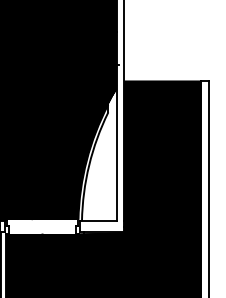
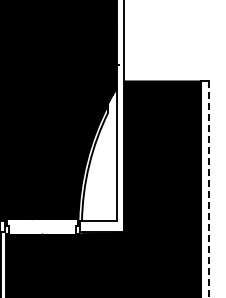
line at (208, 189): solid -> dashed
